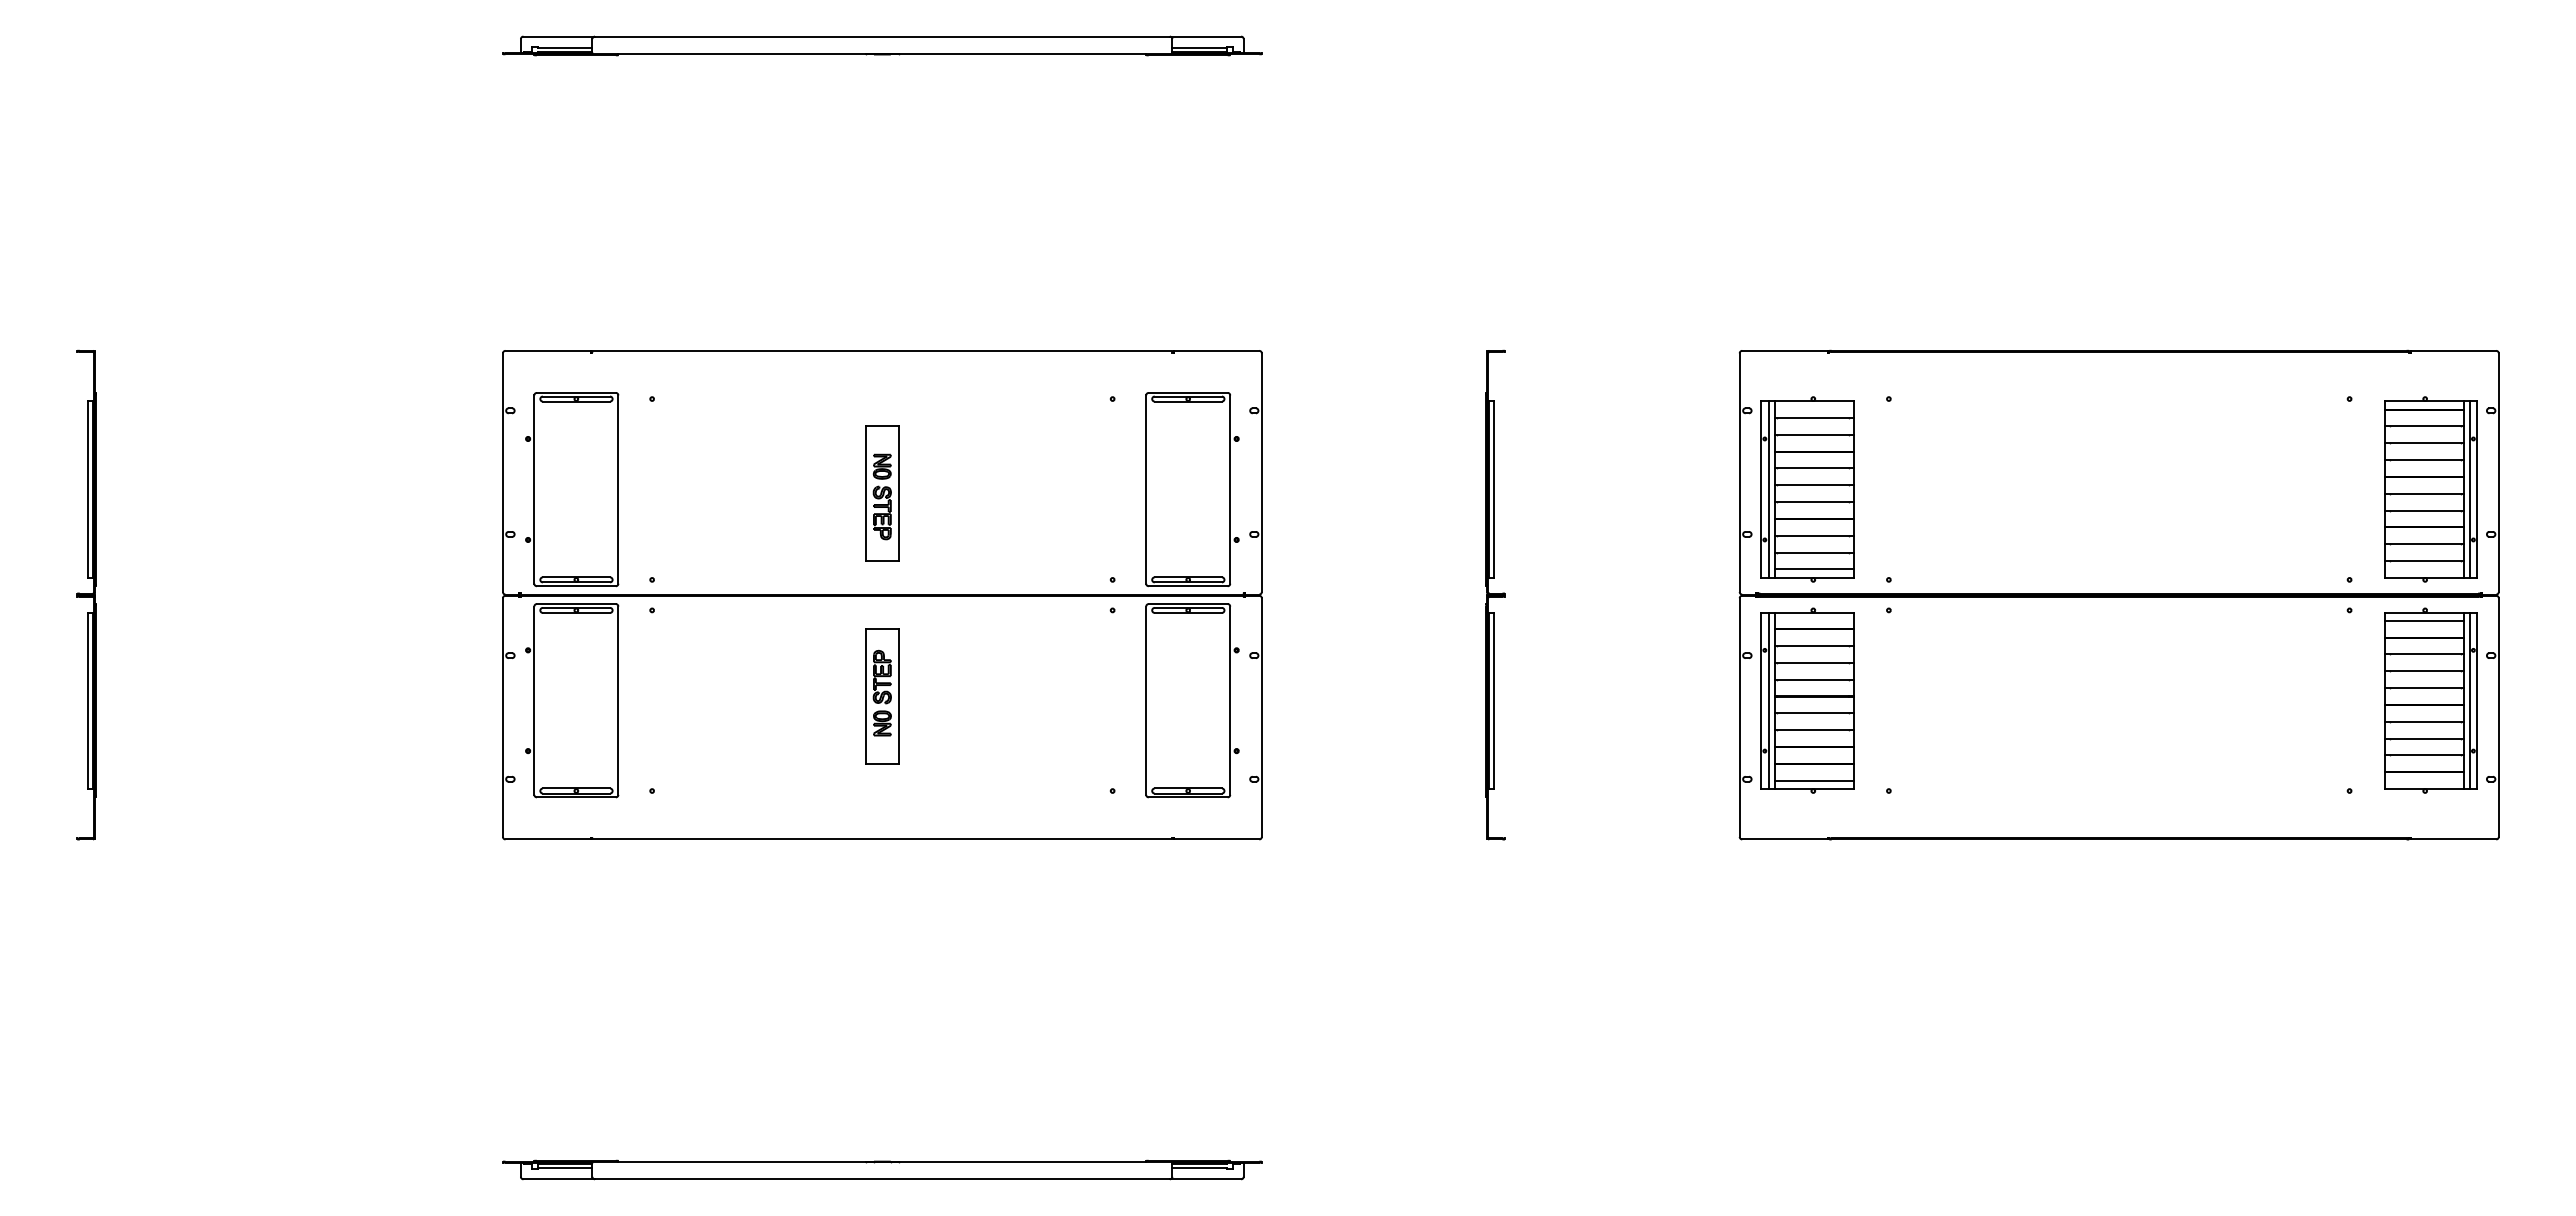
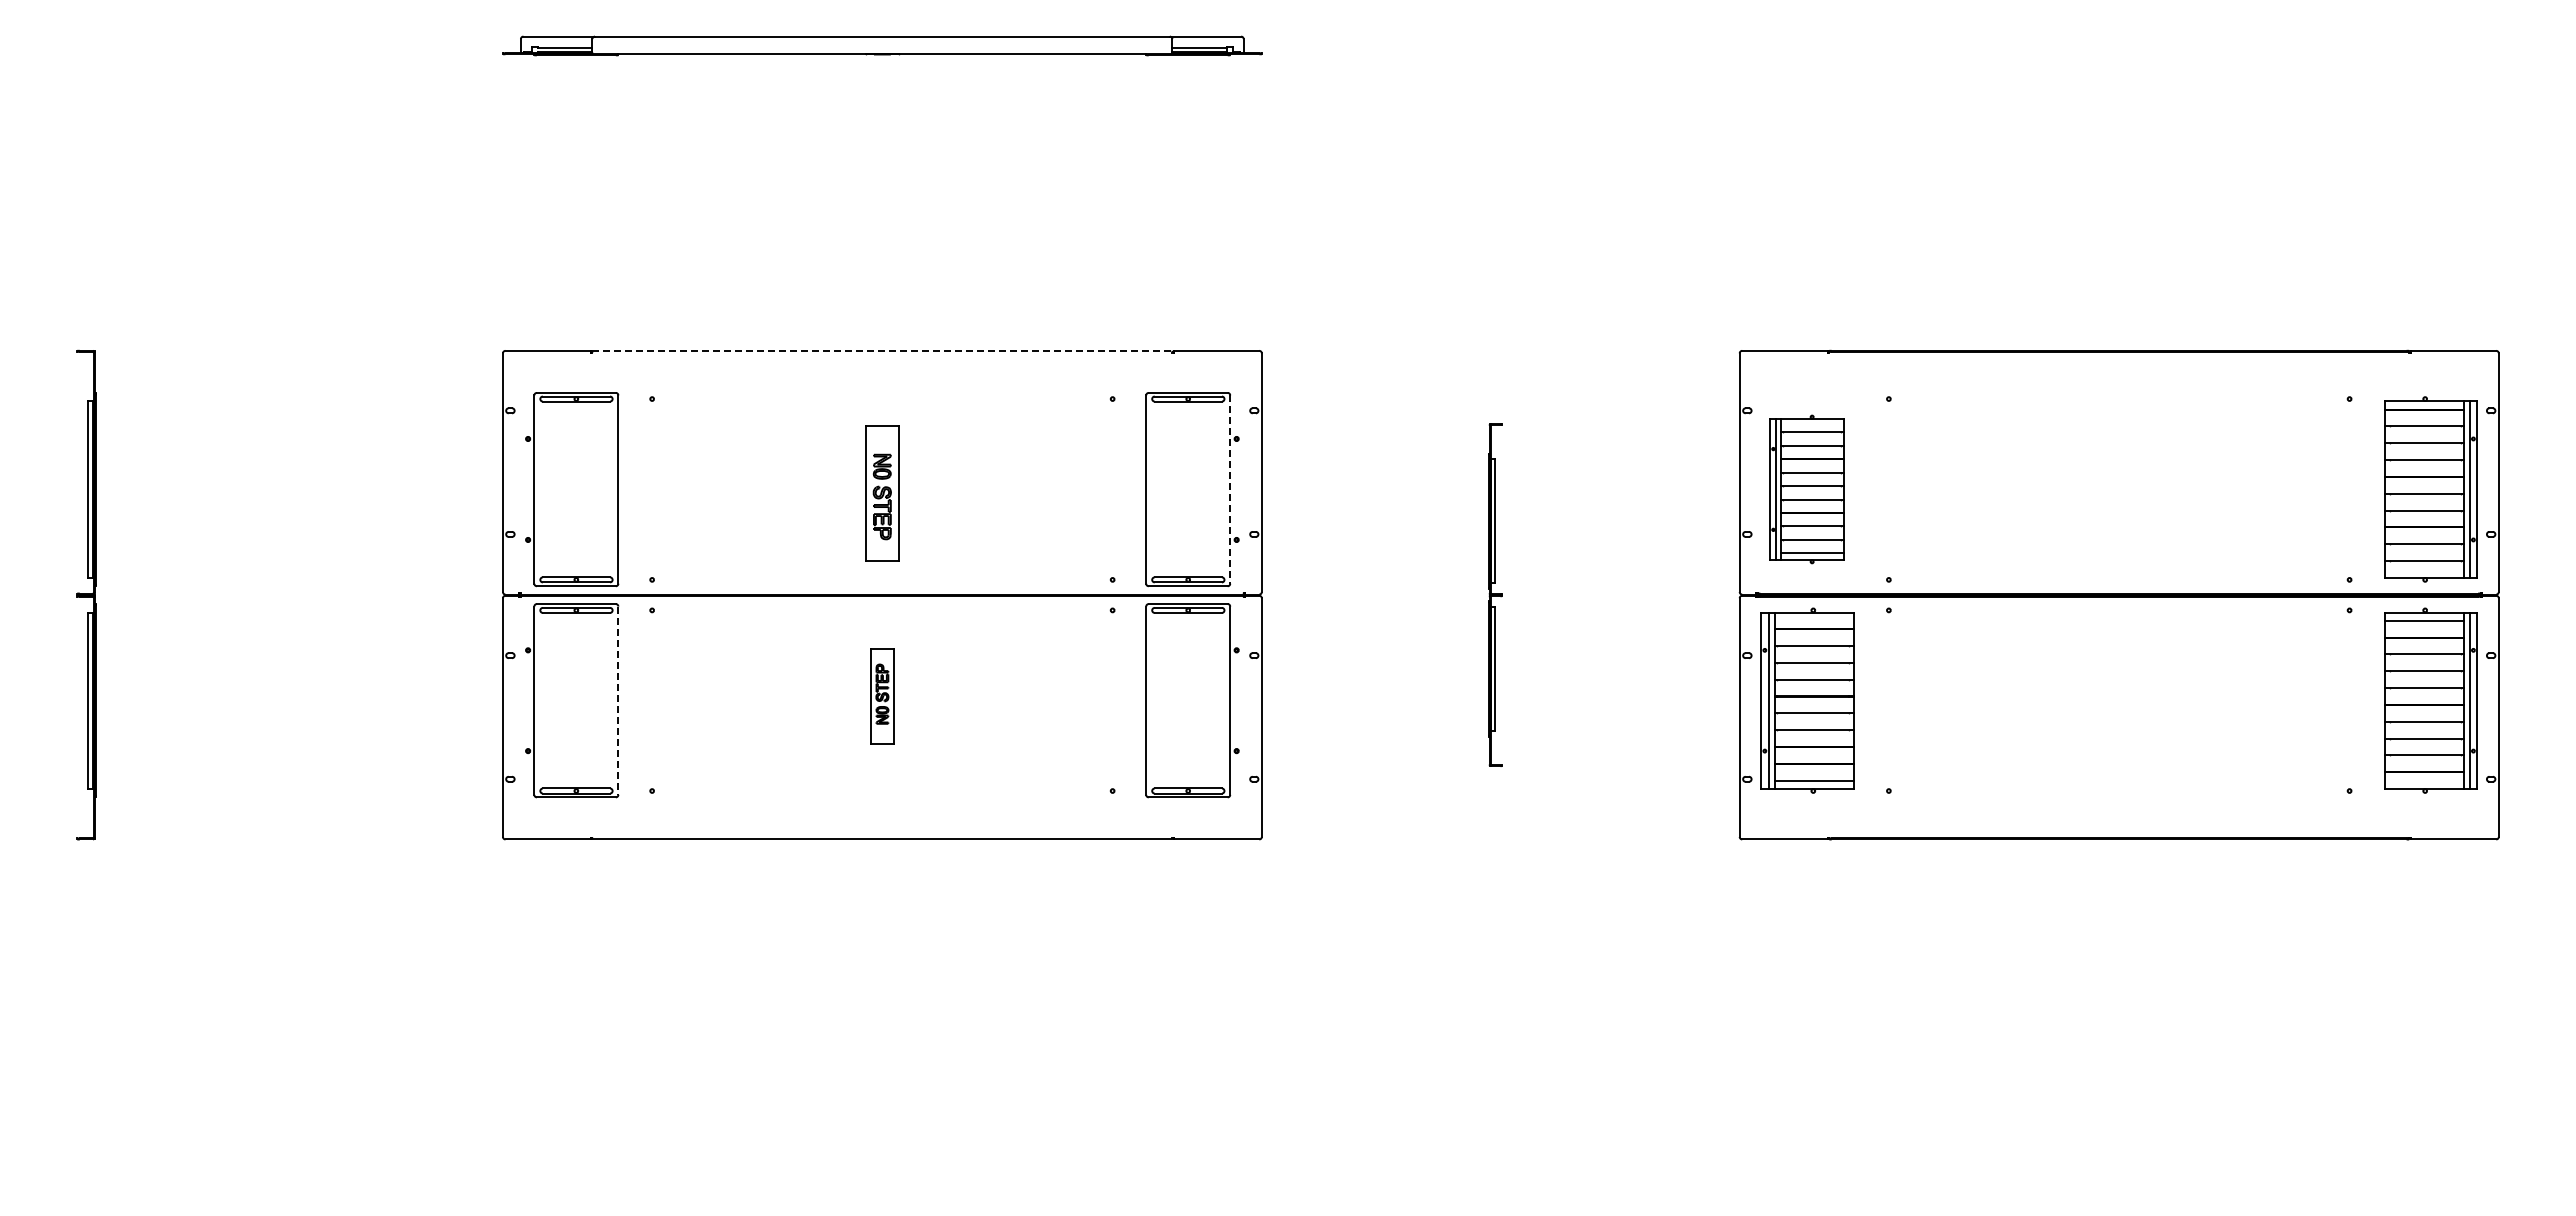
line at (882, 350): solid -> dashed
part at (1807, 489) size: 95x187 px -> 76x151 px
line at (1230, 490): solid -> dashed
part at (1495, 594) size: 21x492 px -> 15x344 px
part at (882, 696) size: 35x137 px -> 25x97 px
line at (618, 701): solid -> dashed
part at (882, 1169): present -> none
